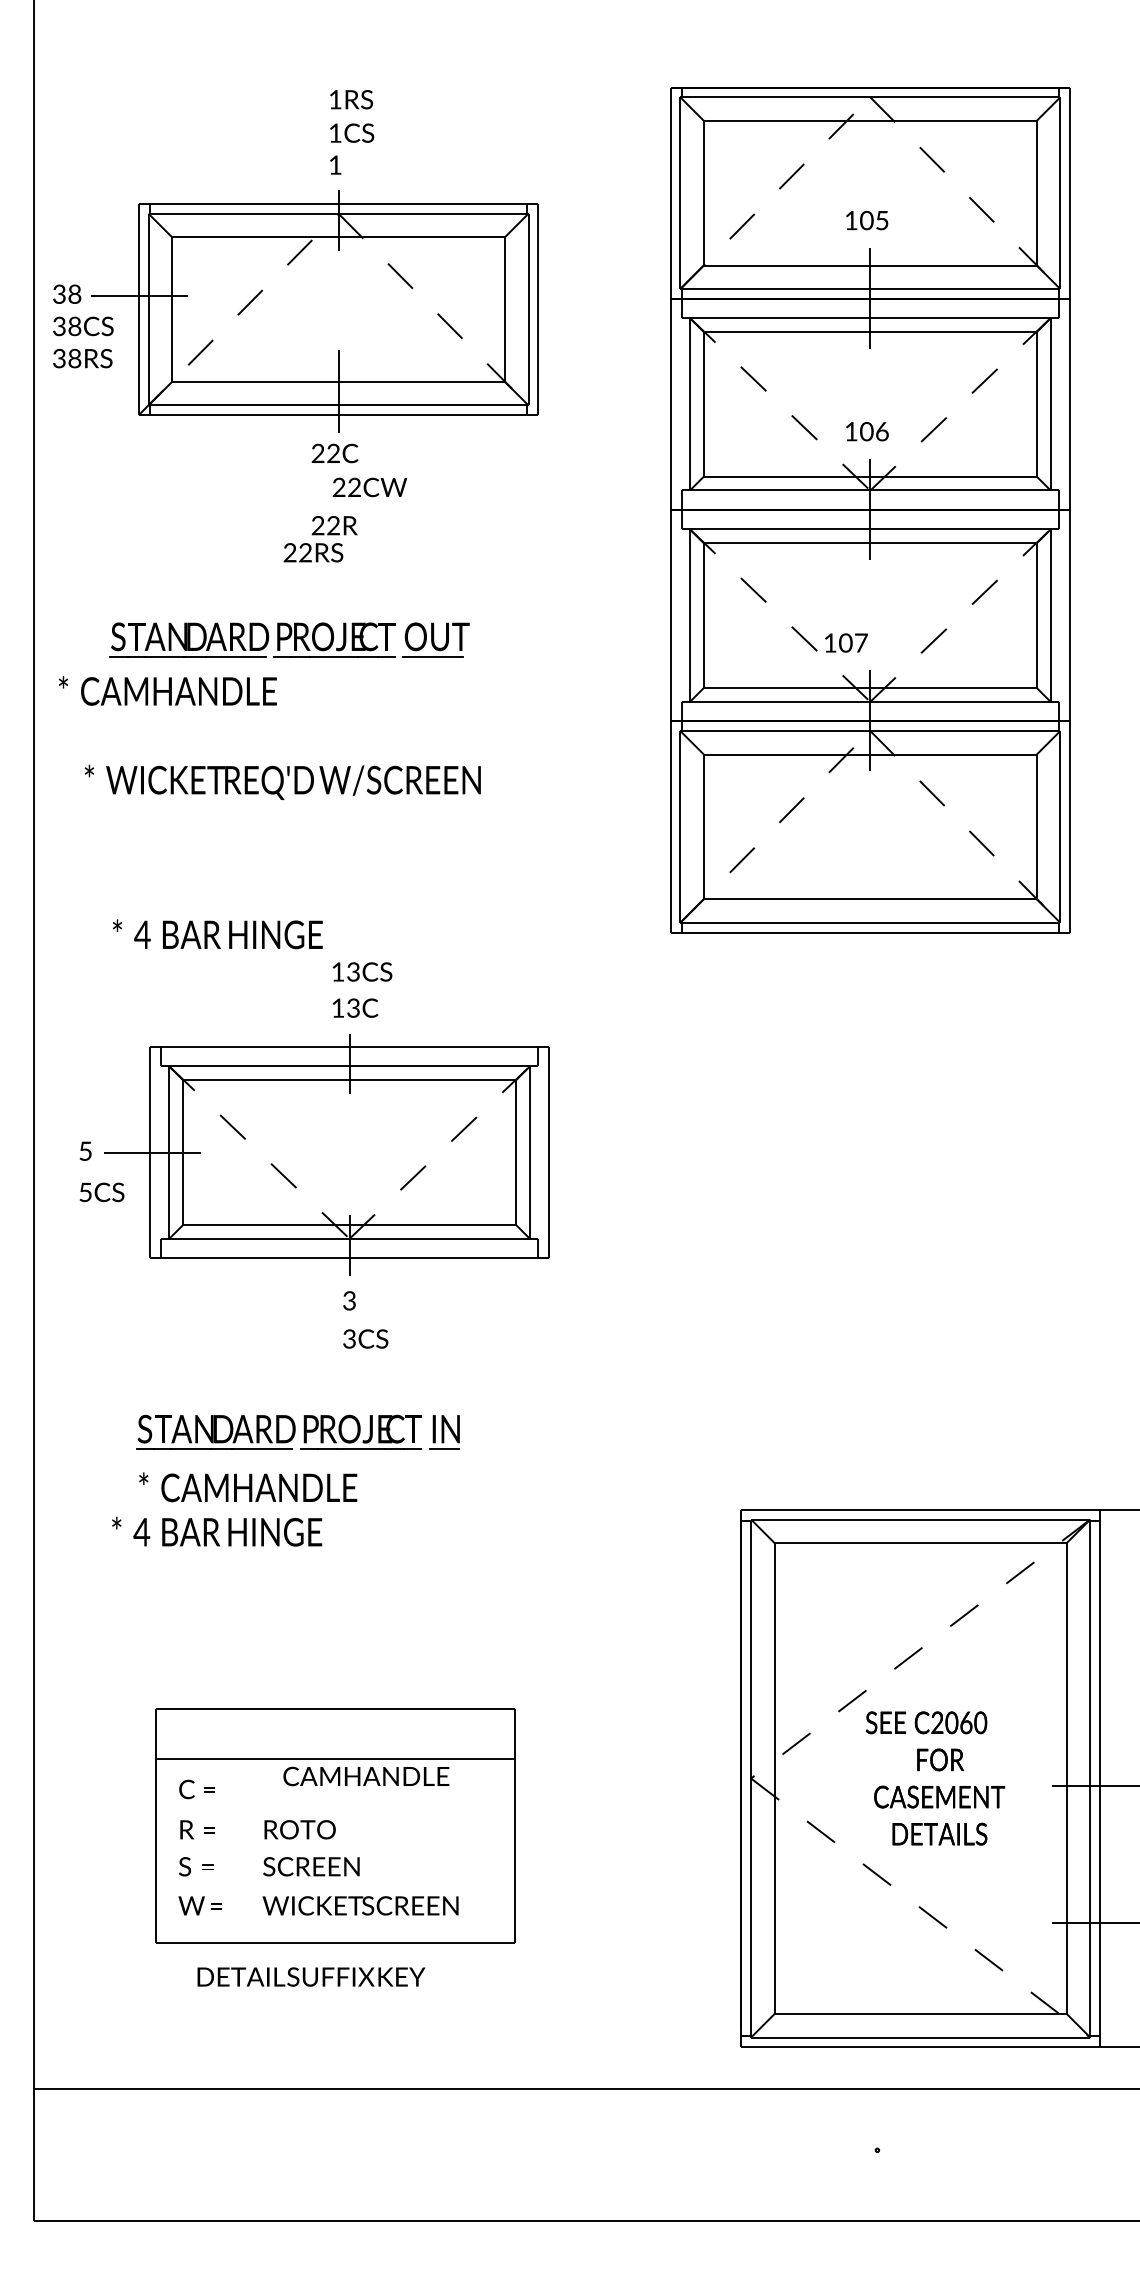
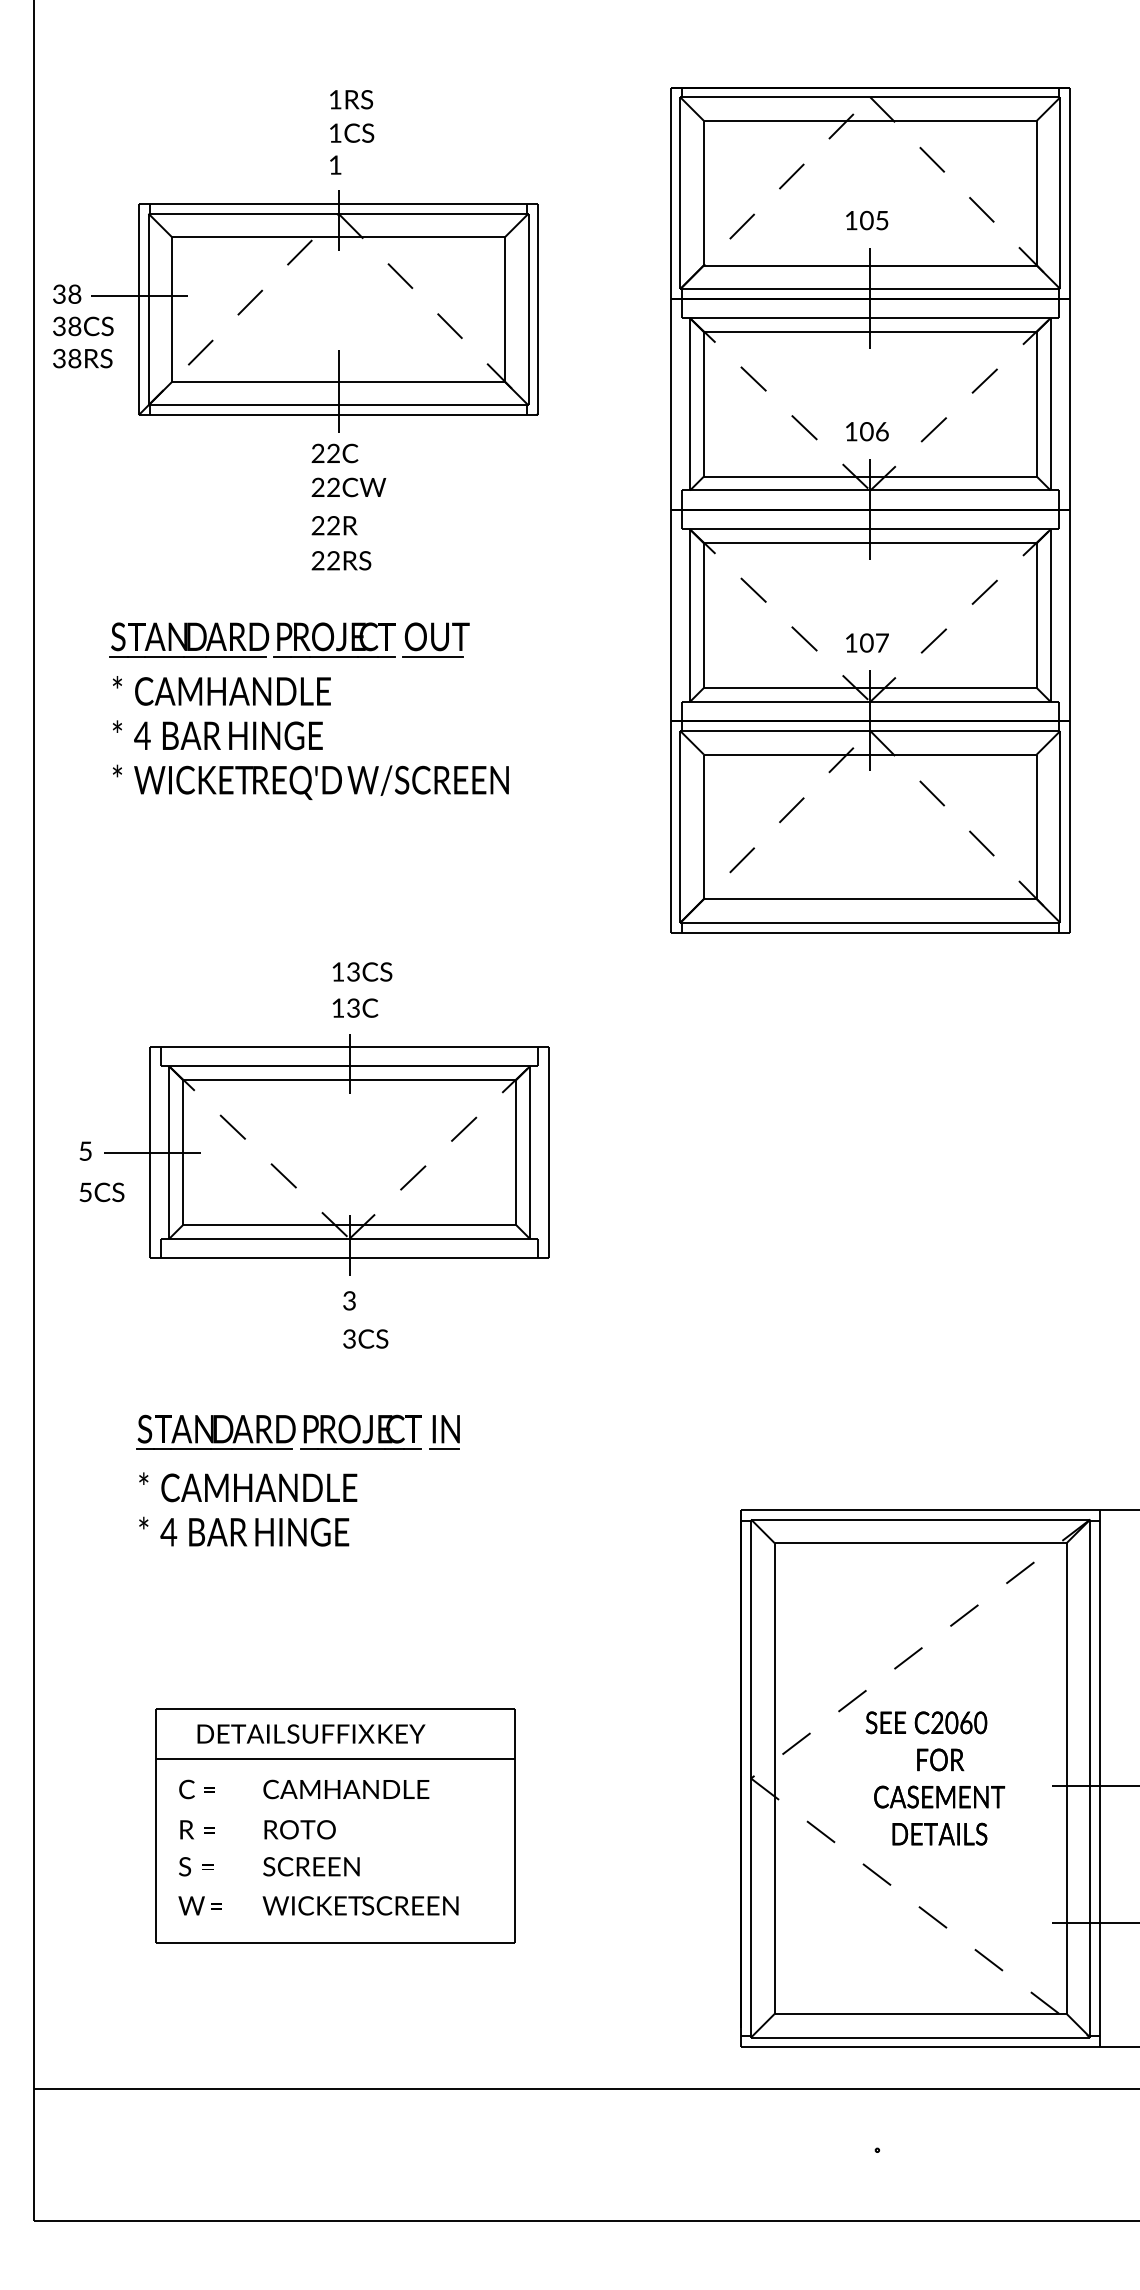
text at (369, 487) position: (369, 487) -> (348, 487)
text at (313, 552) position: (313, 552) -> (341, 560)
text at (846, 642) position: (846, 642) -> (867, 642)
text at (167, 690) position: (167, 690) -> (221, 690)
text at (282, 782) position: (282, 782) -> (310, 782)
text at (217, 934) position: (217, 934) -> (217, 735)
text at (217, 1531) position: (217, 1531) -> (244, 1531)
text at (366, 1776) position: (366, 1776) -> (346, 1789)
text at (311, 1976) position: (311, 1976) -> (311, 1733)
